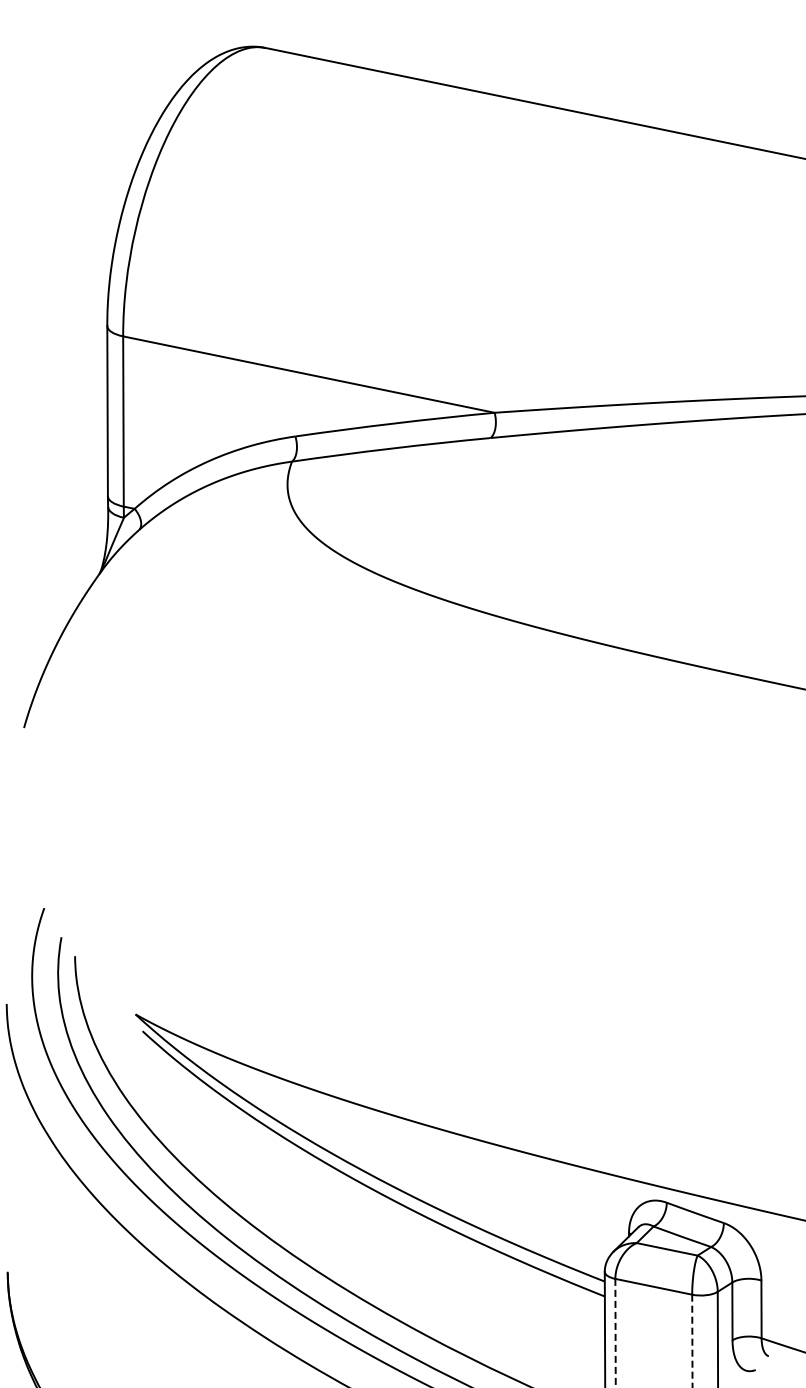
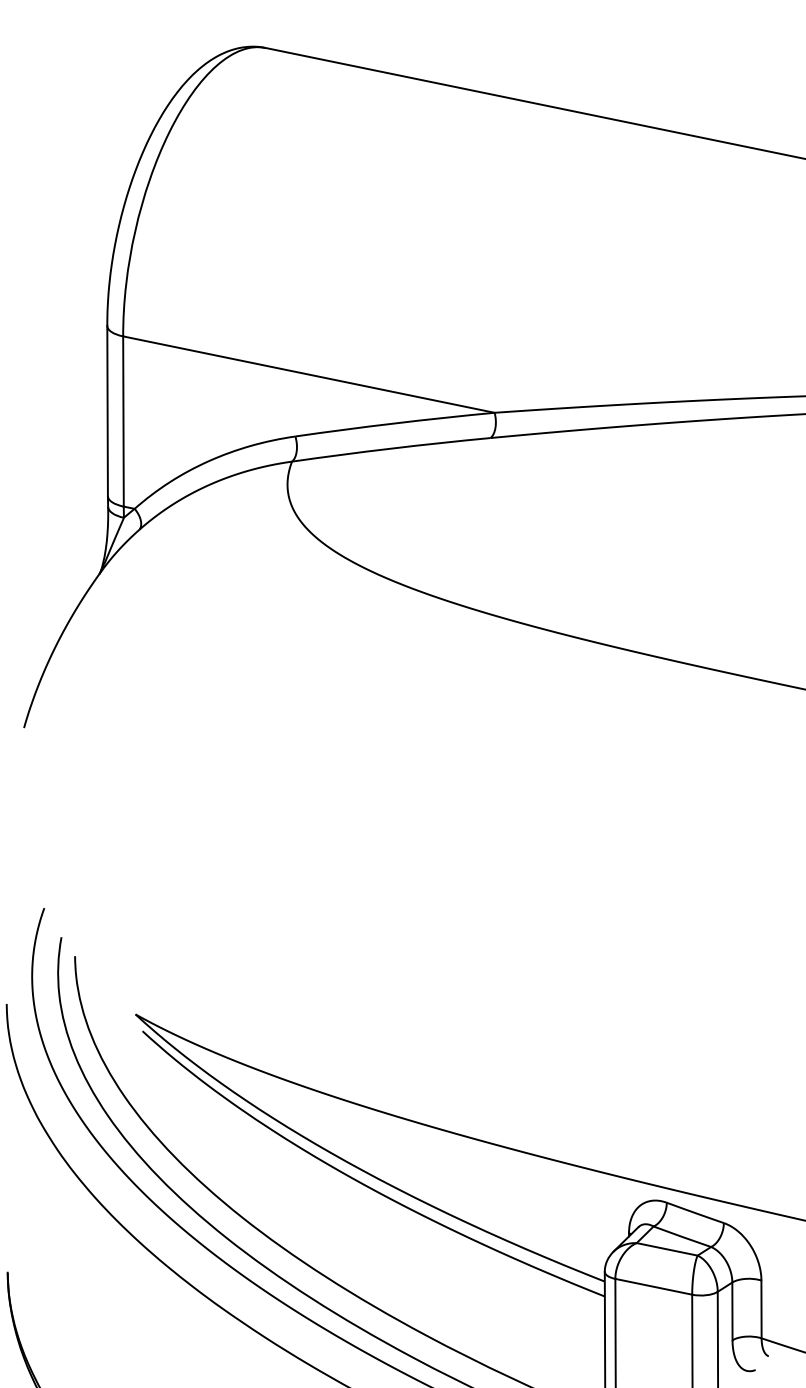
line at (615, 1333): dashed -> solid
line at (692, 1341): dashed -> solid
